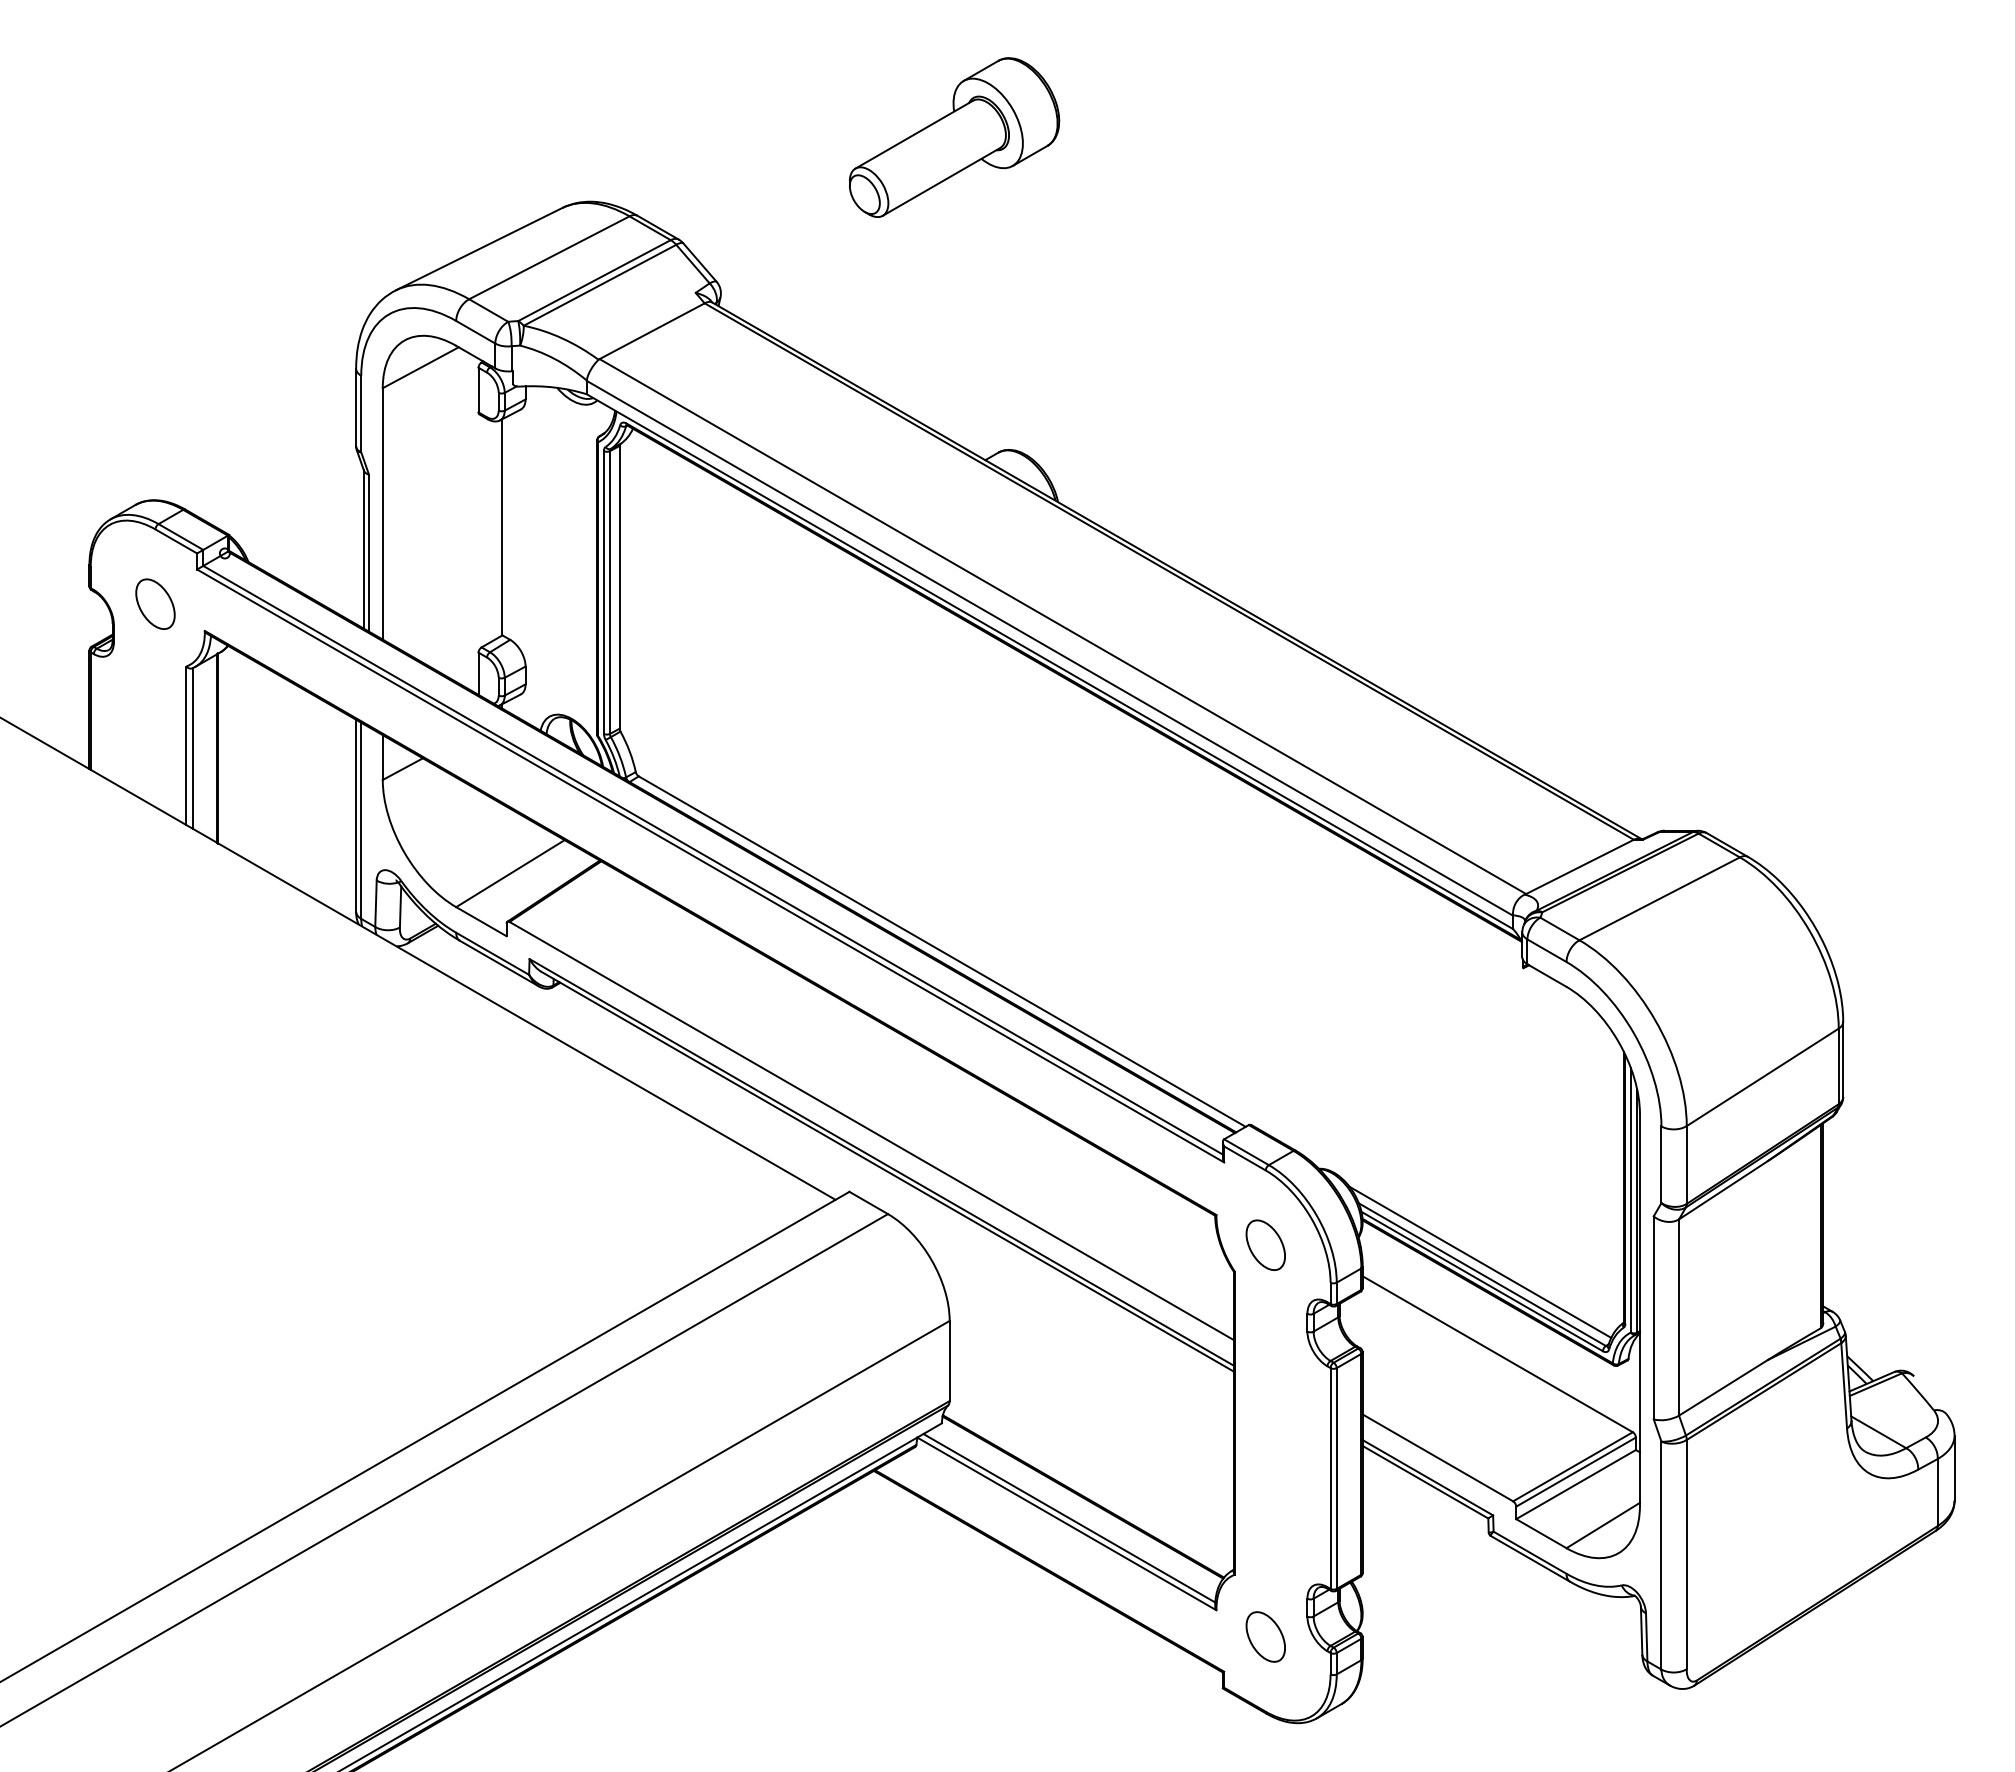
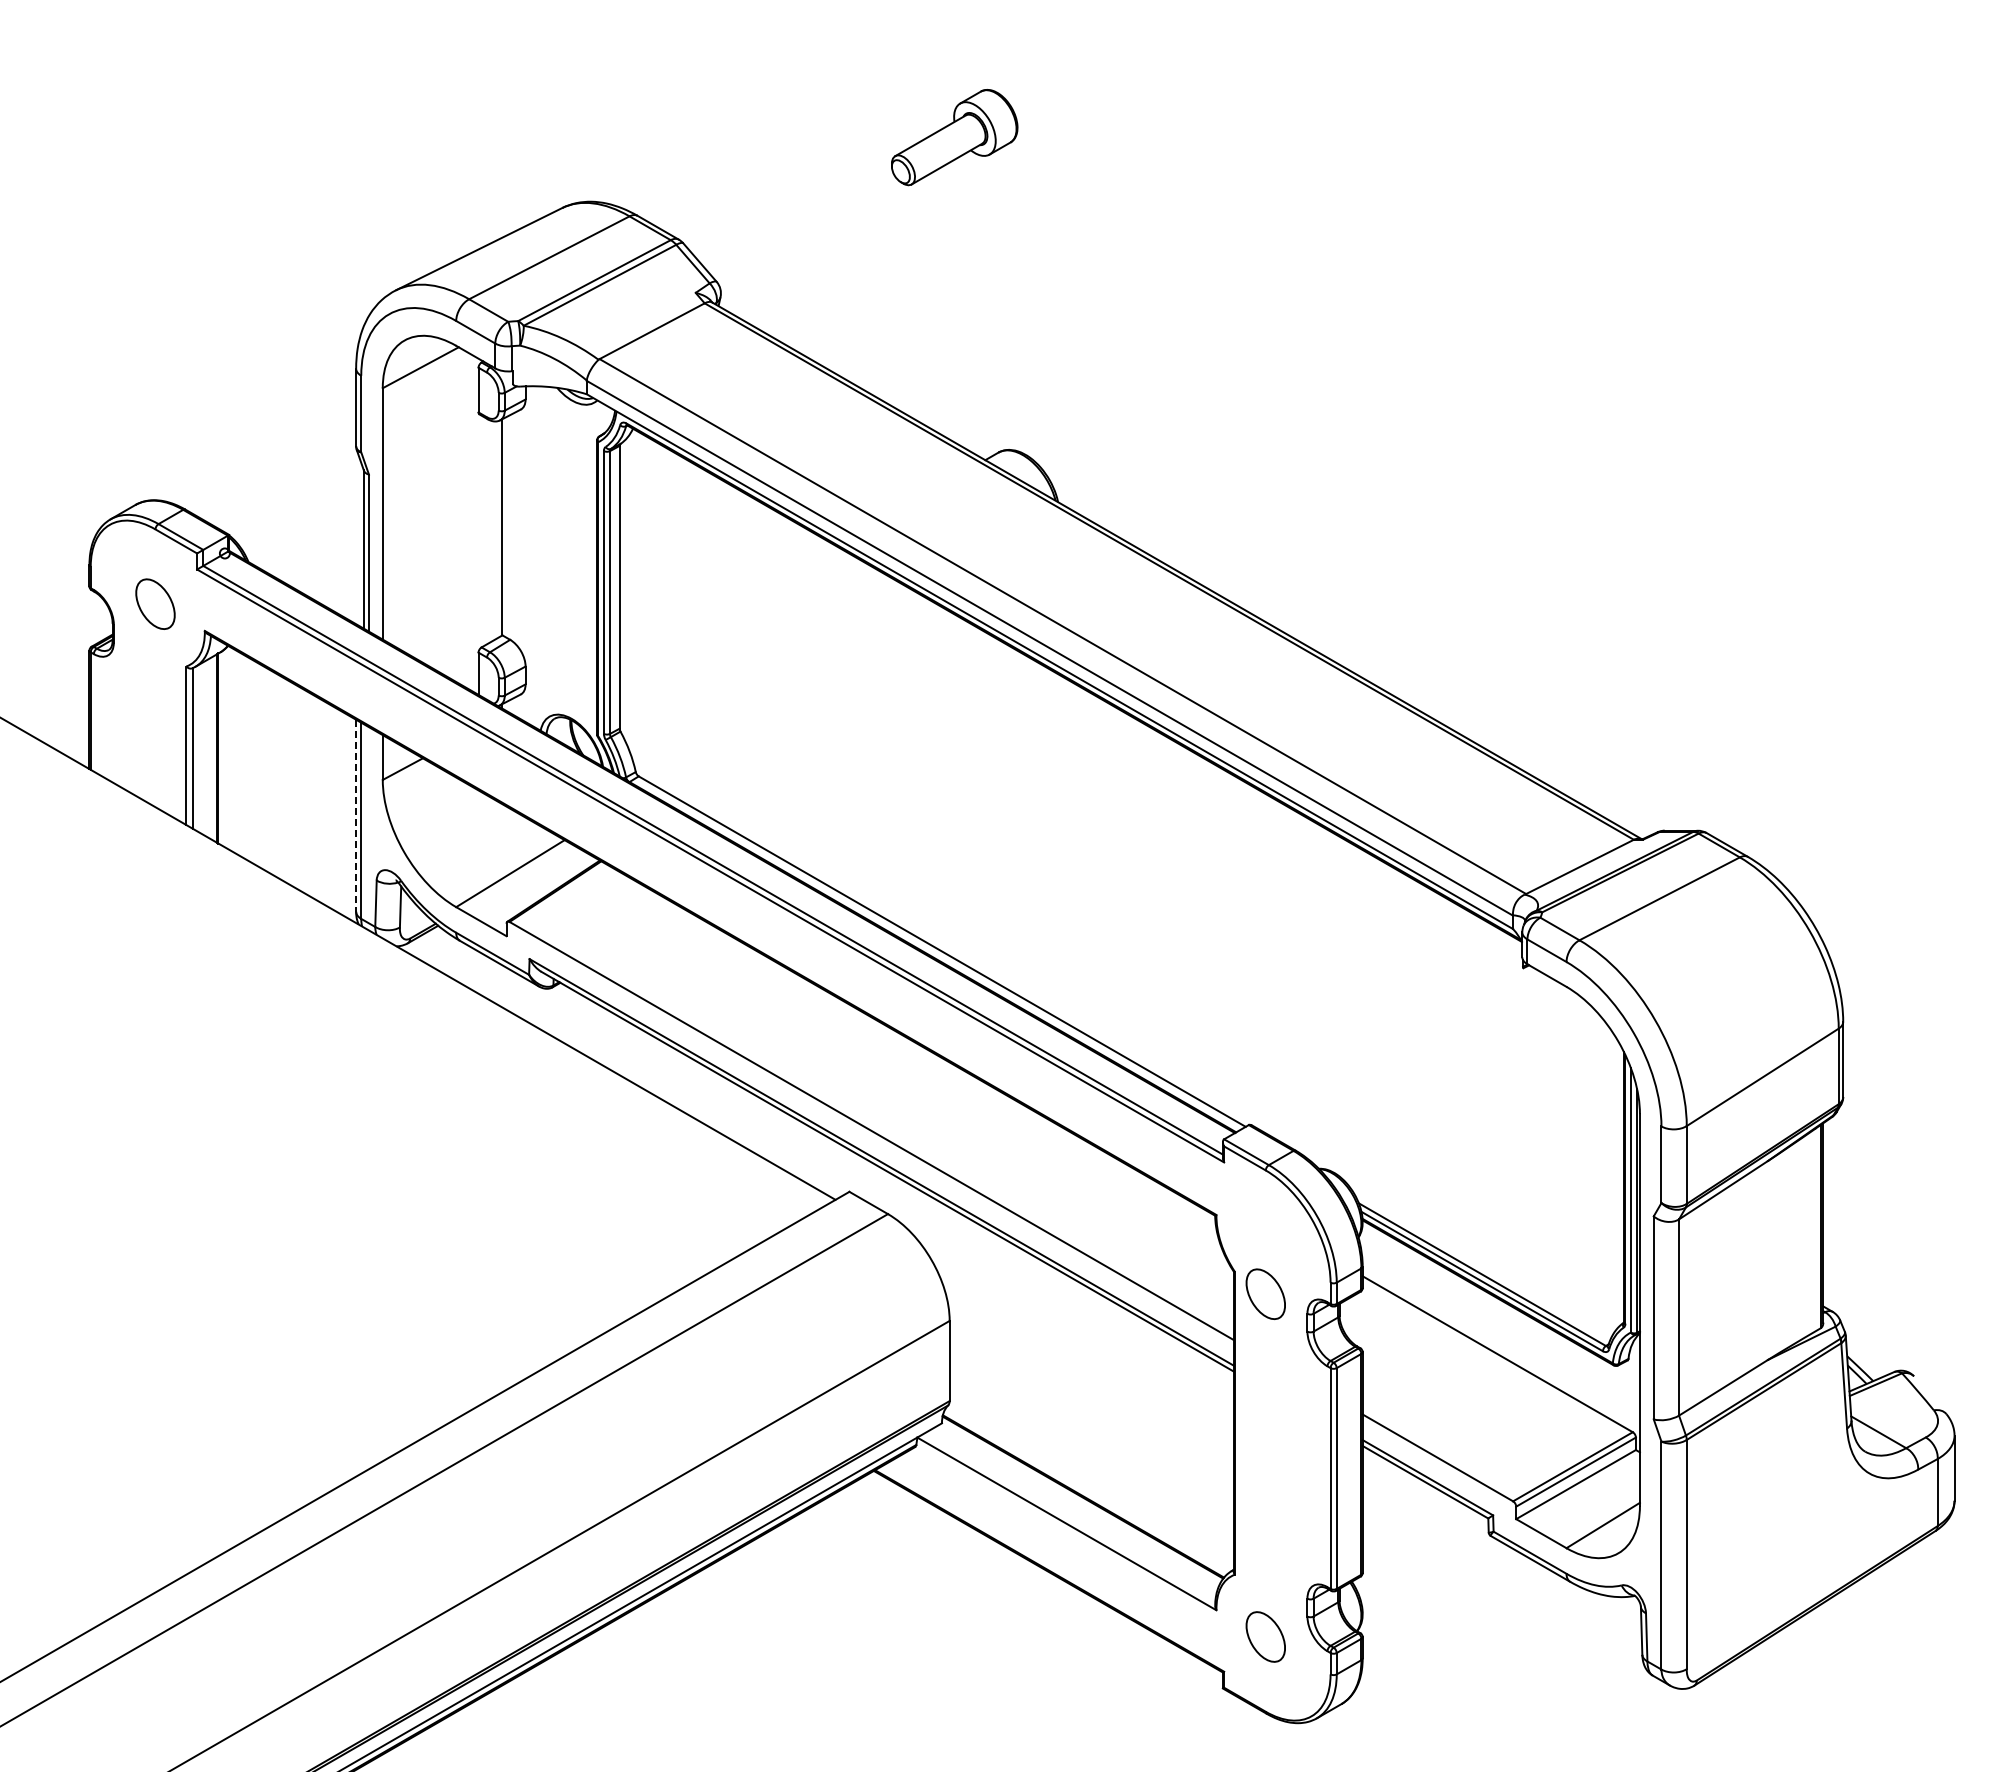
part at (954, 137) size: 212x161 px -> 128x98 px
line at (356, 816): solid -> dashed
part at (1265, 1244) position: (1265, 1244) -> (1265, 1293)
line at (1480, 1261): present -> none
line at (1069, 1518): present -> none
